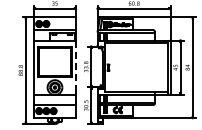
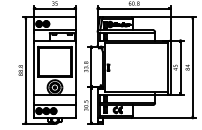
line at (76, 67): dashed -> solid
